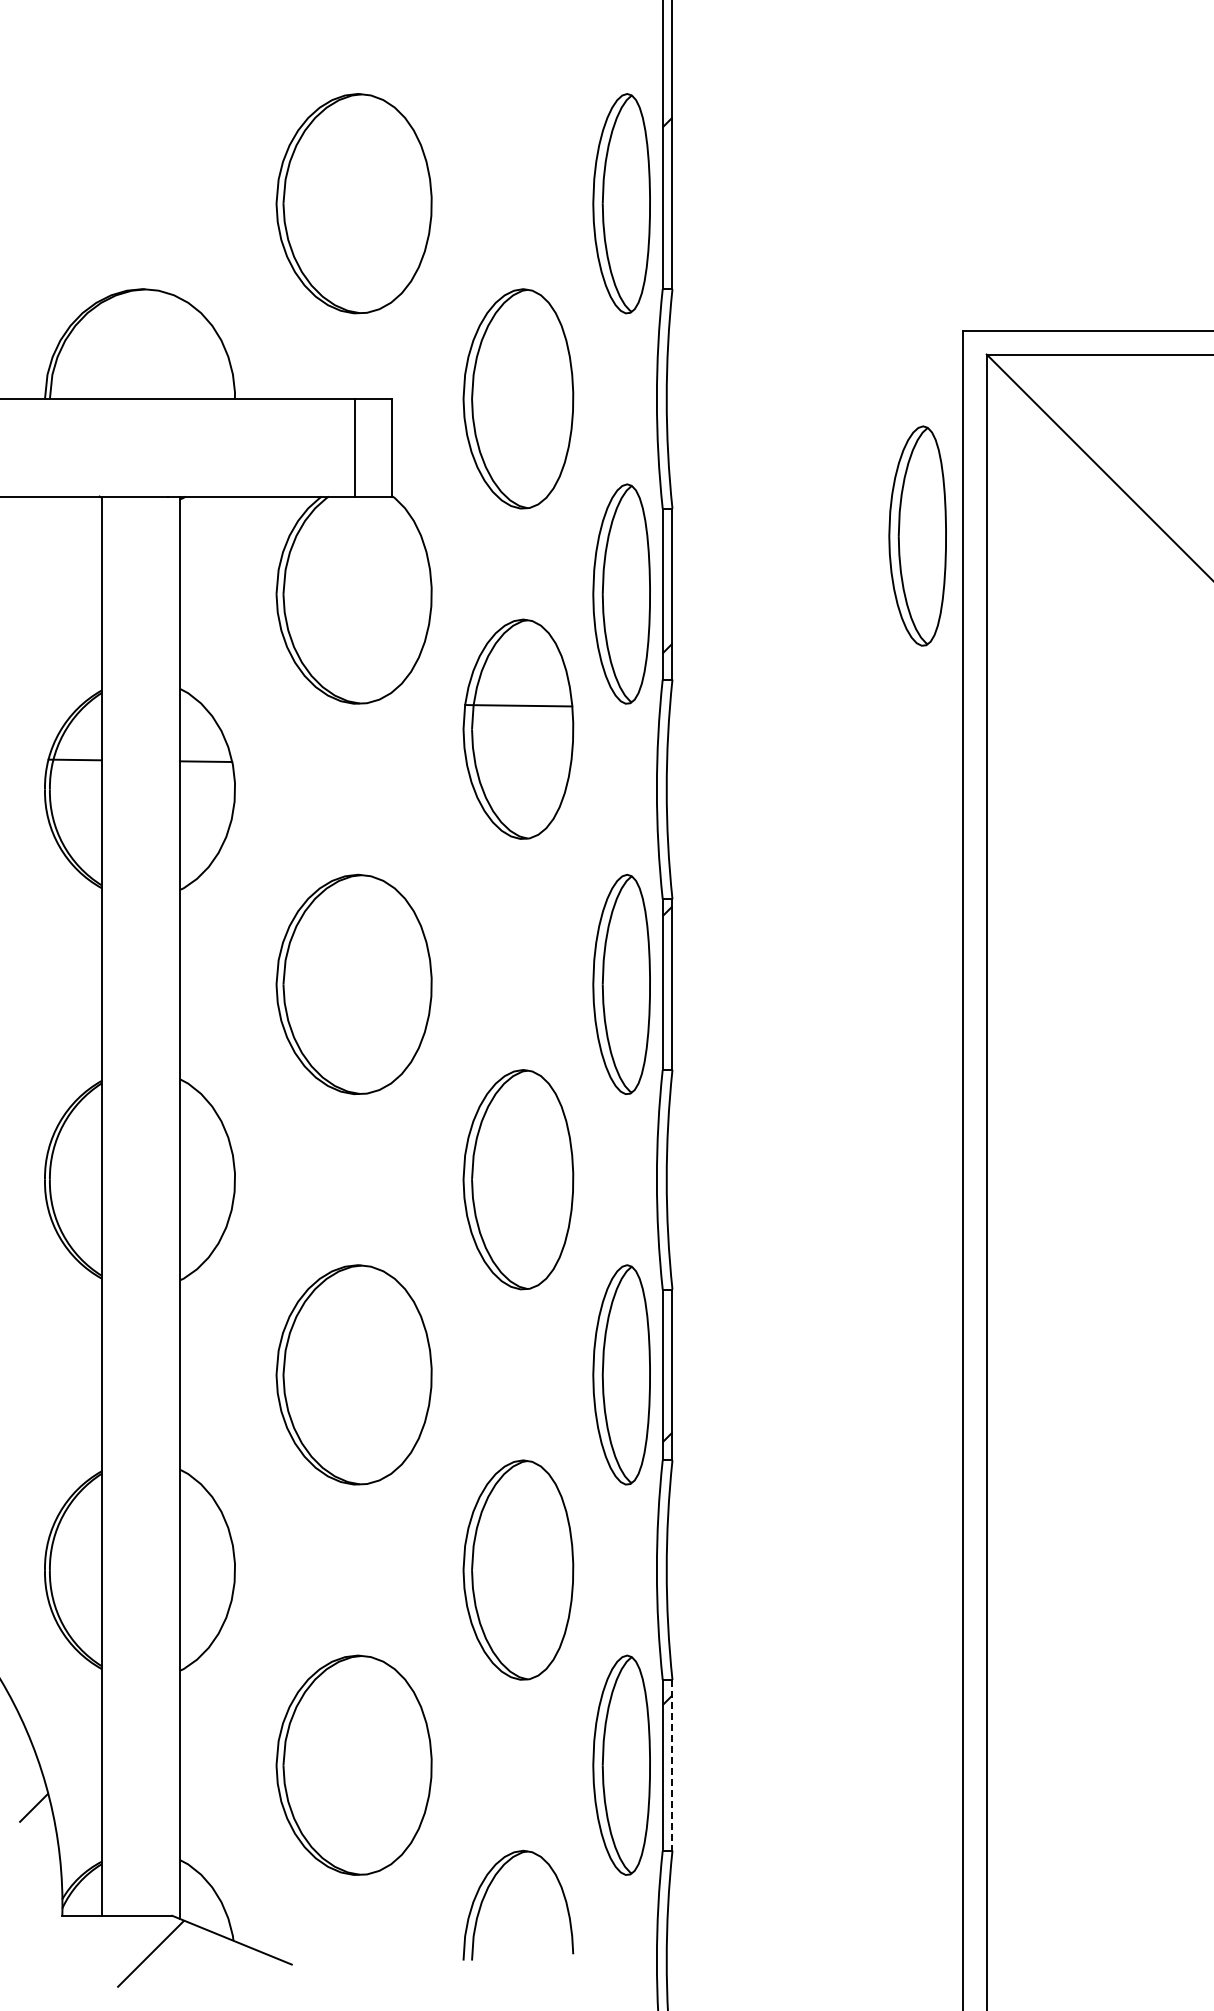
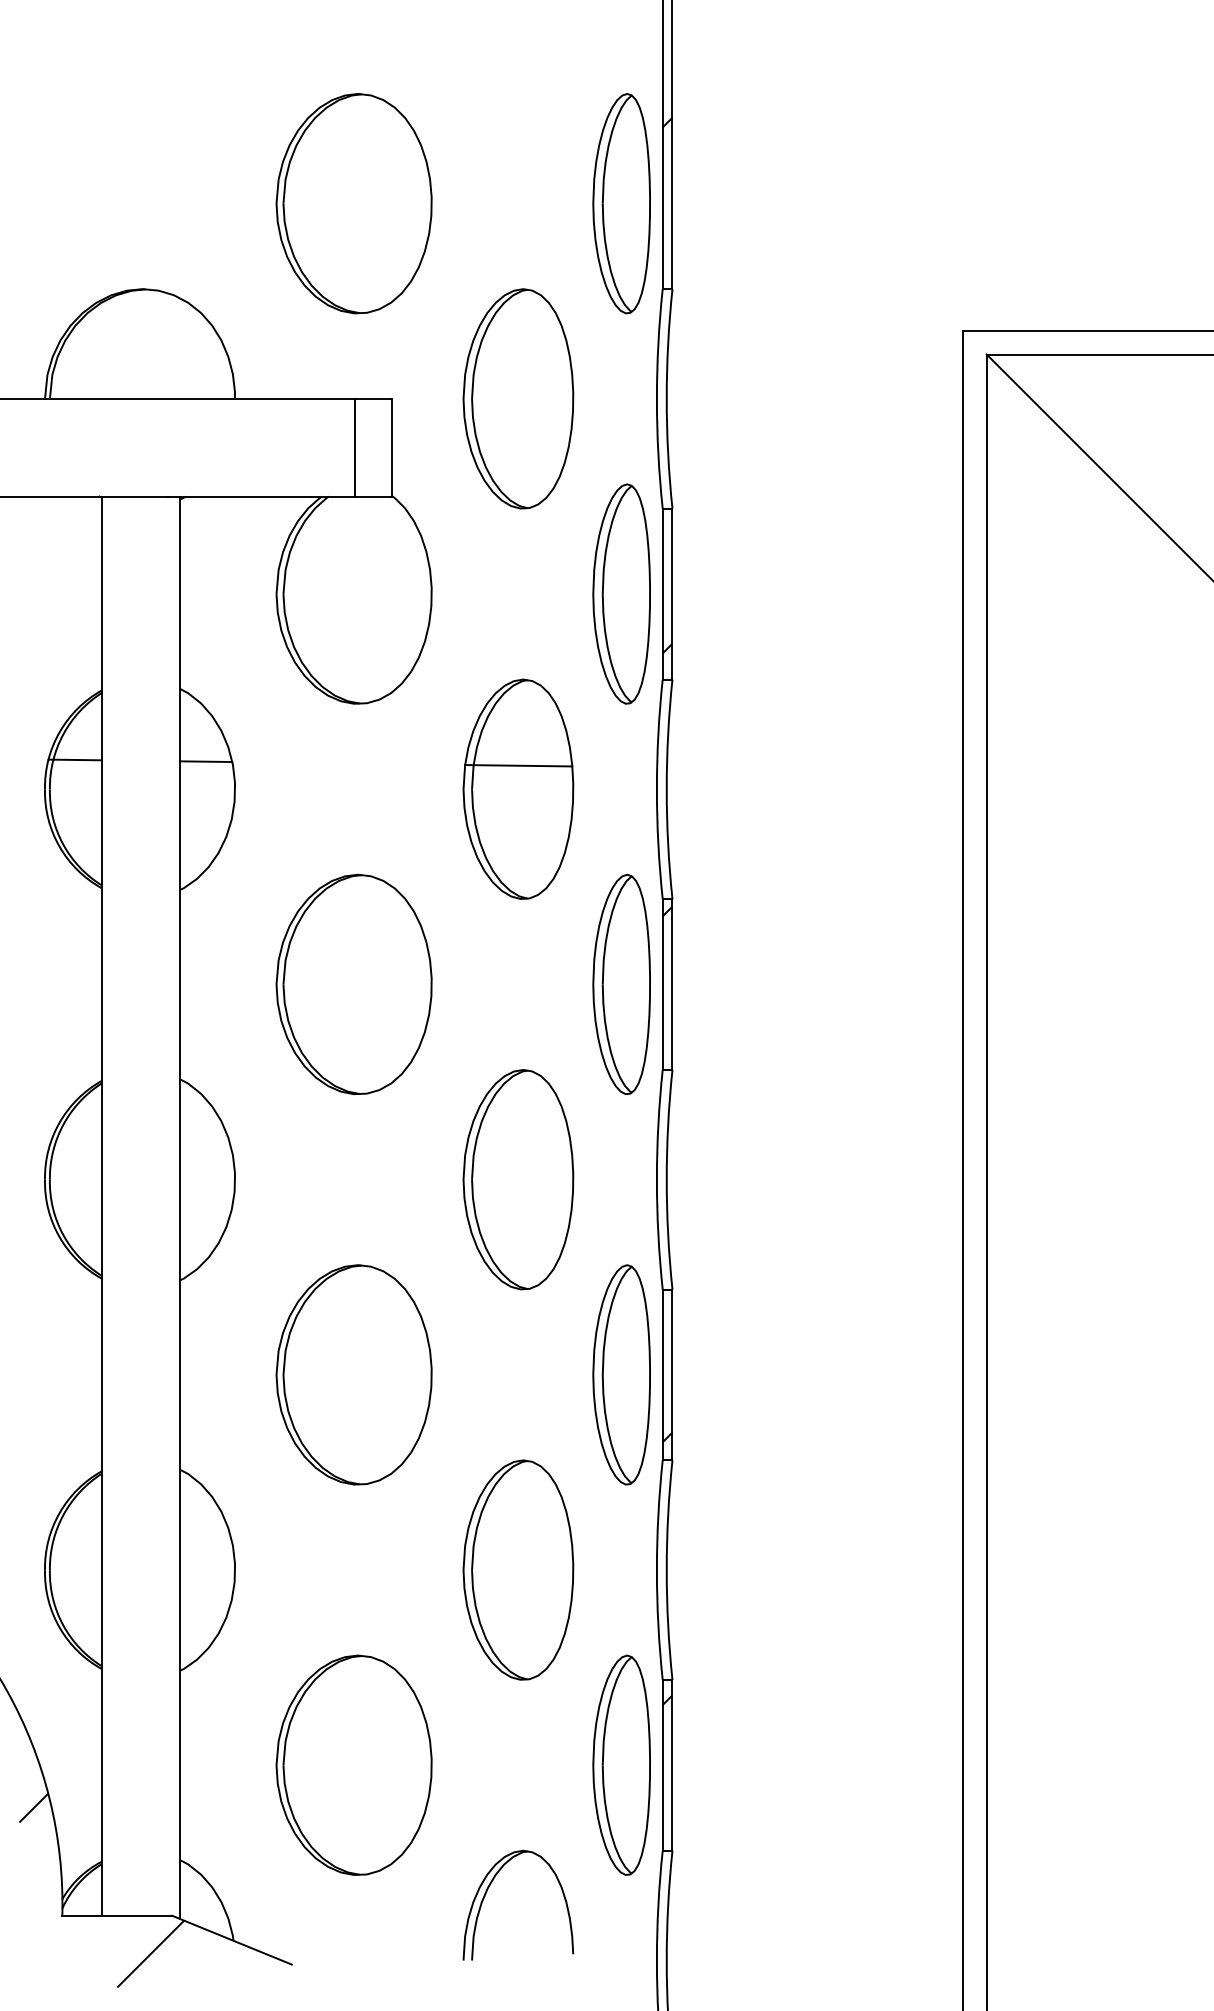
part at (917, 535): present -> none
part at (518, 728) position: (518, 728) -> (518, 788)
line at (672, 1765): dashed -> solid
